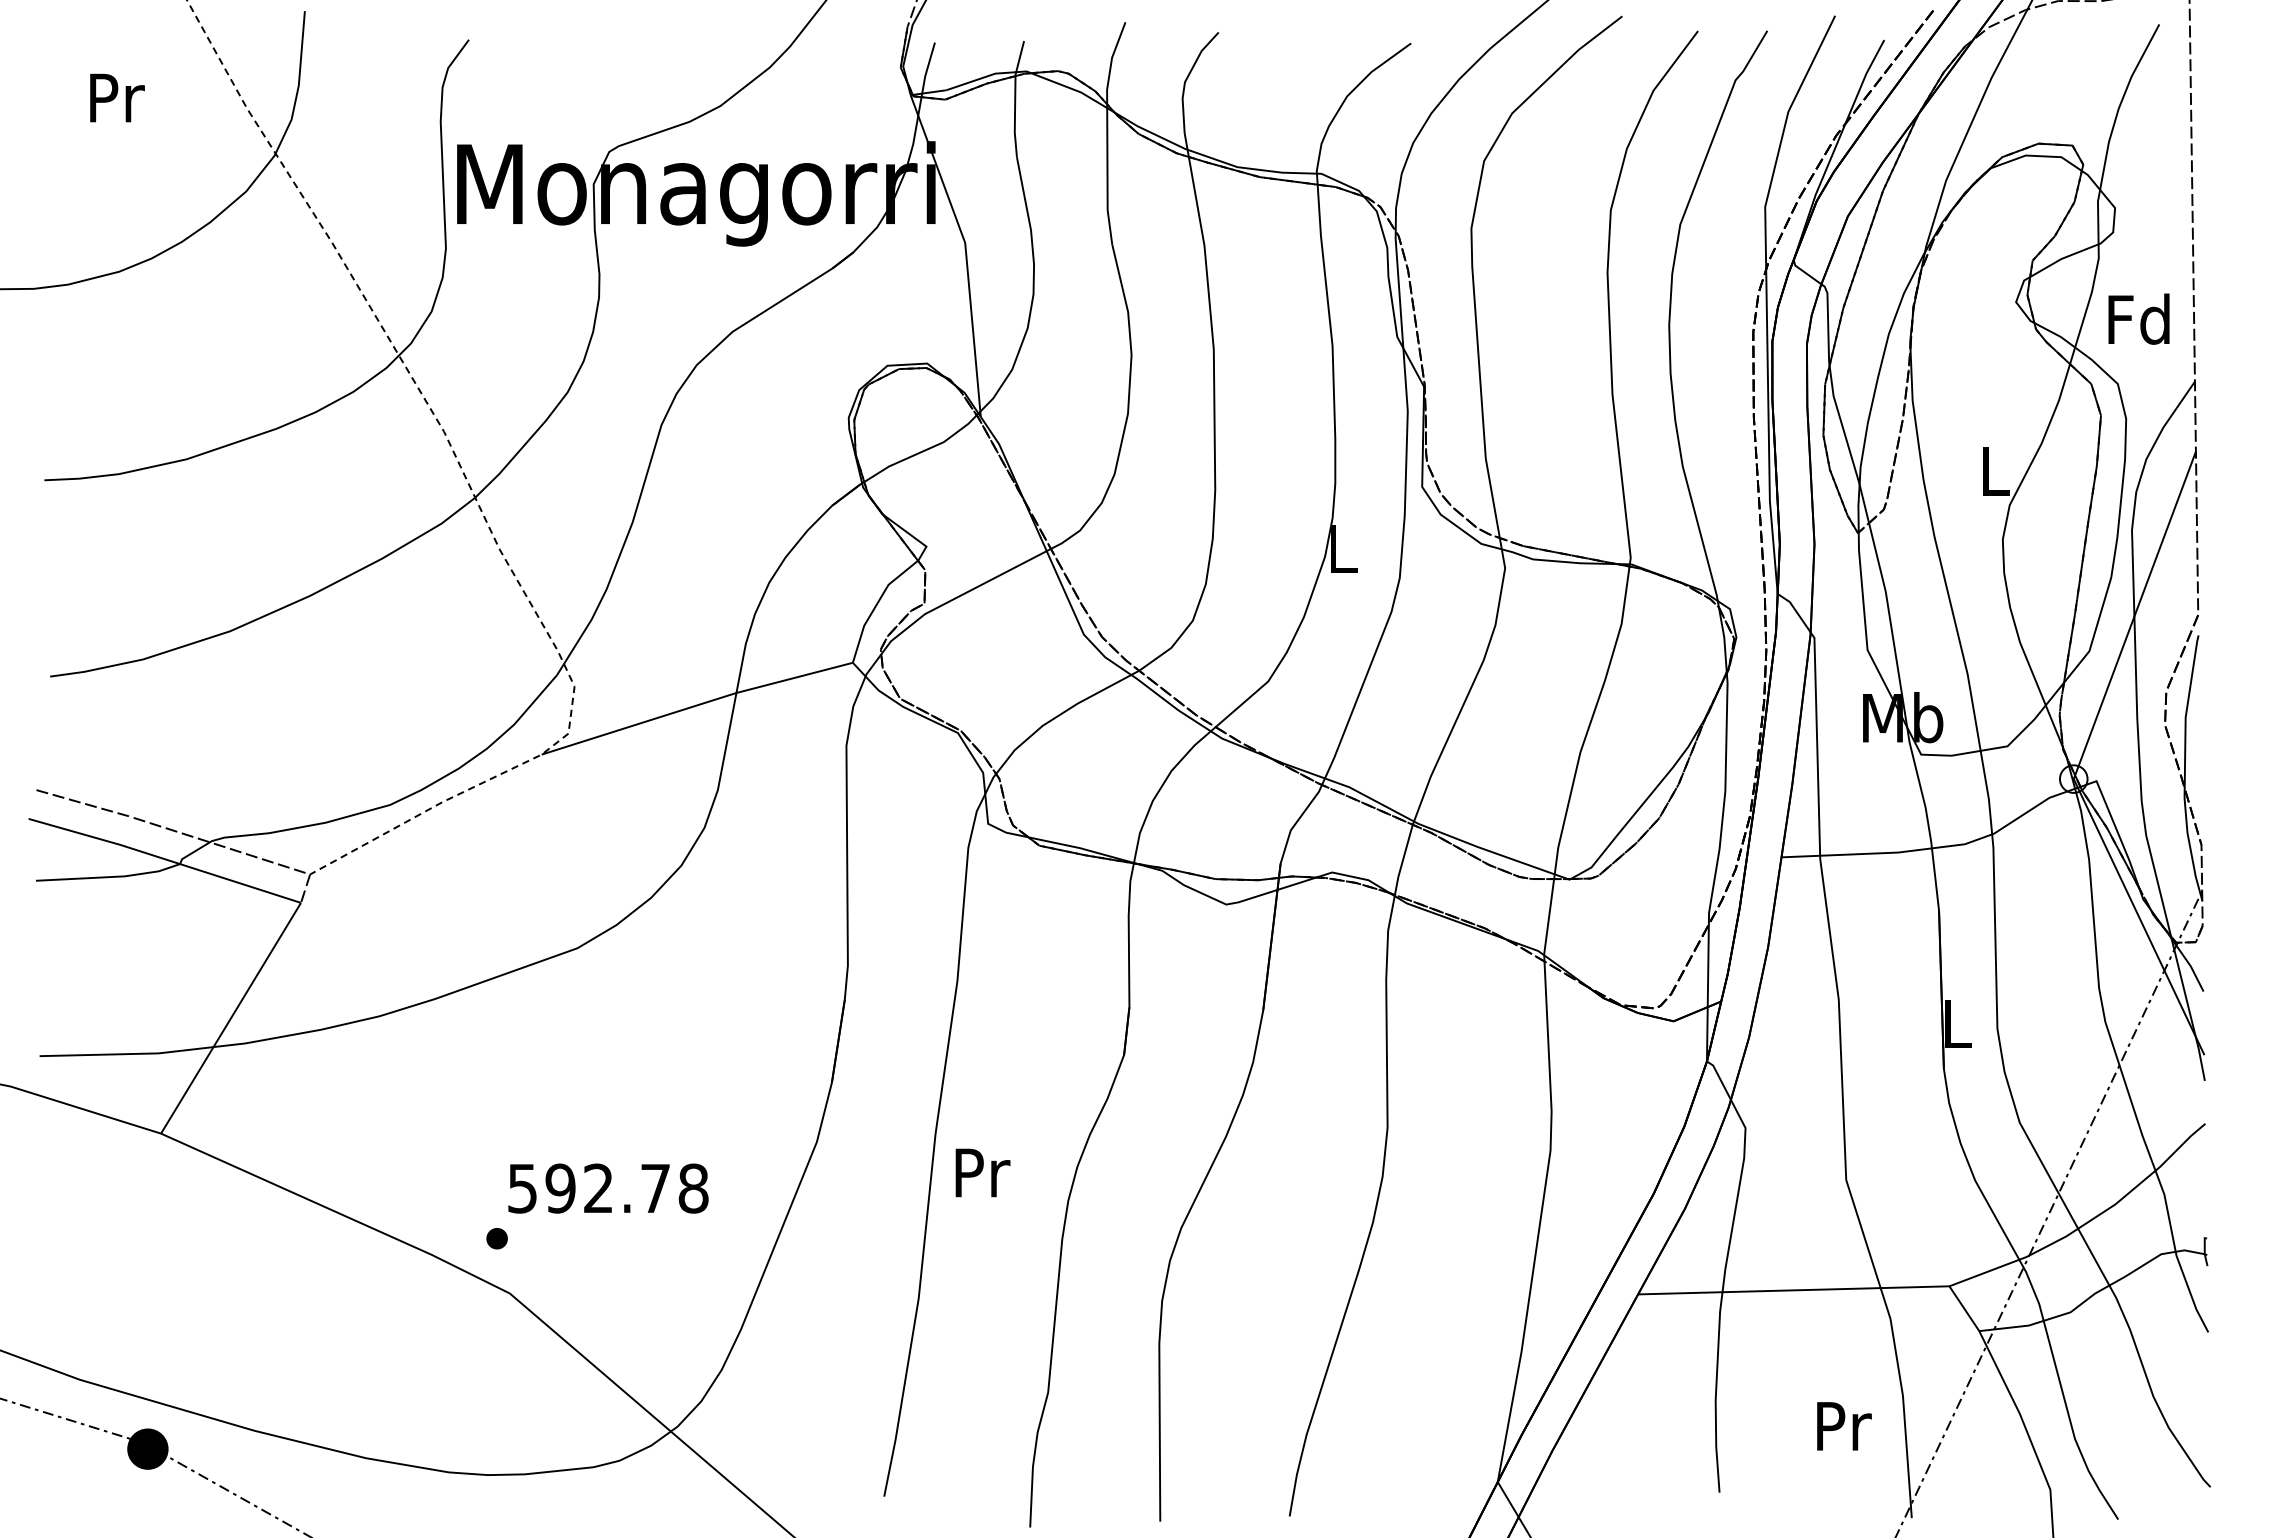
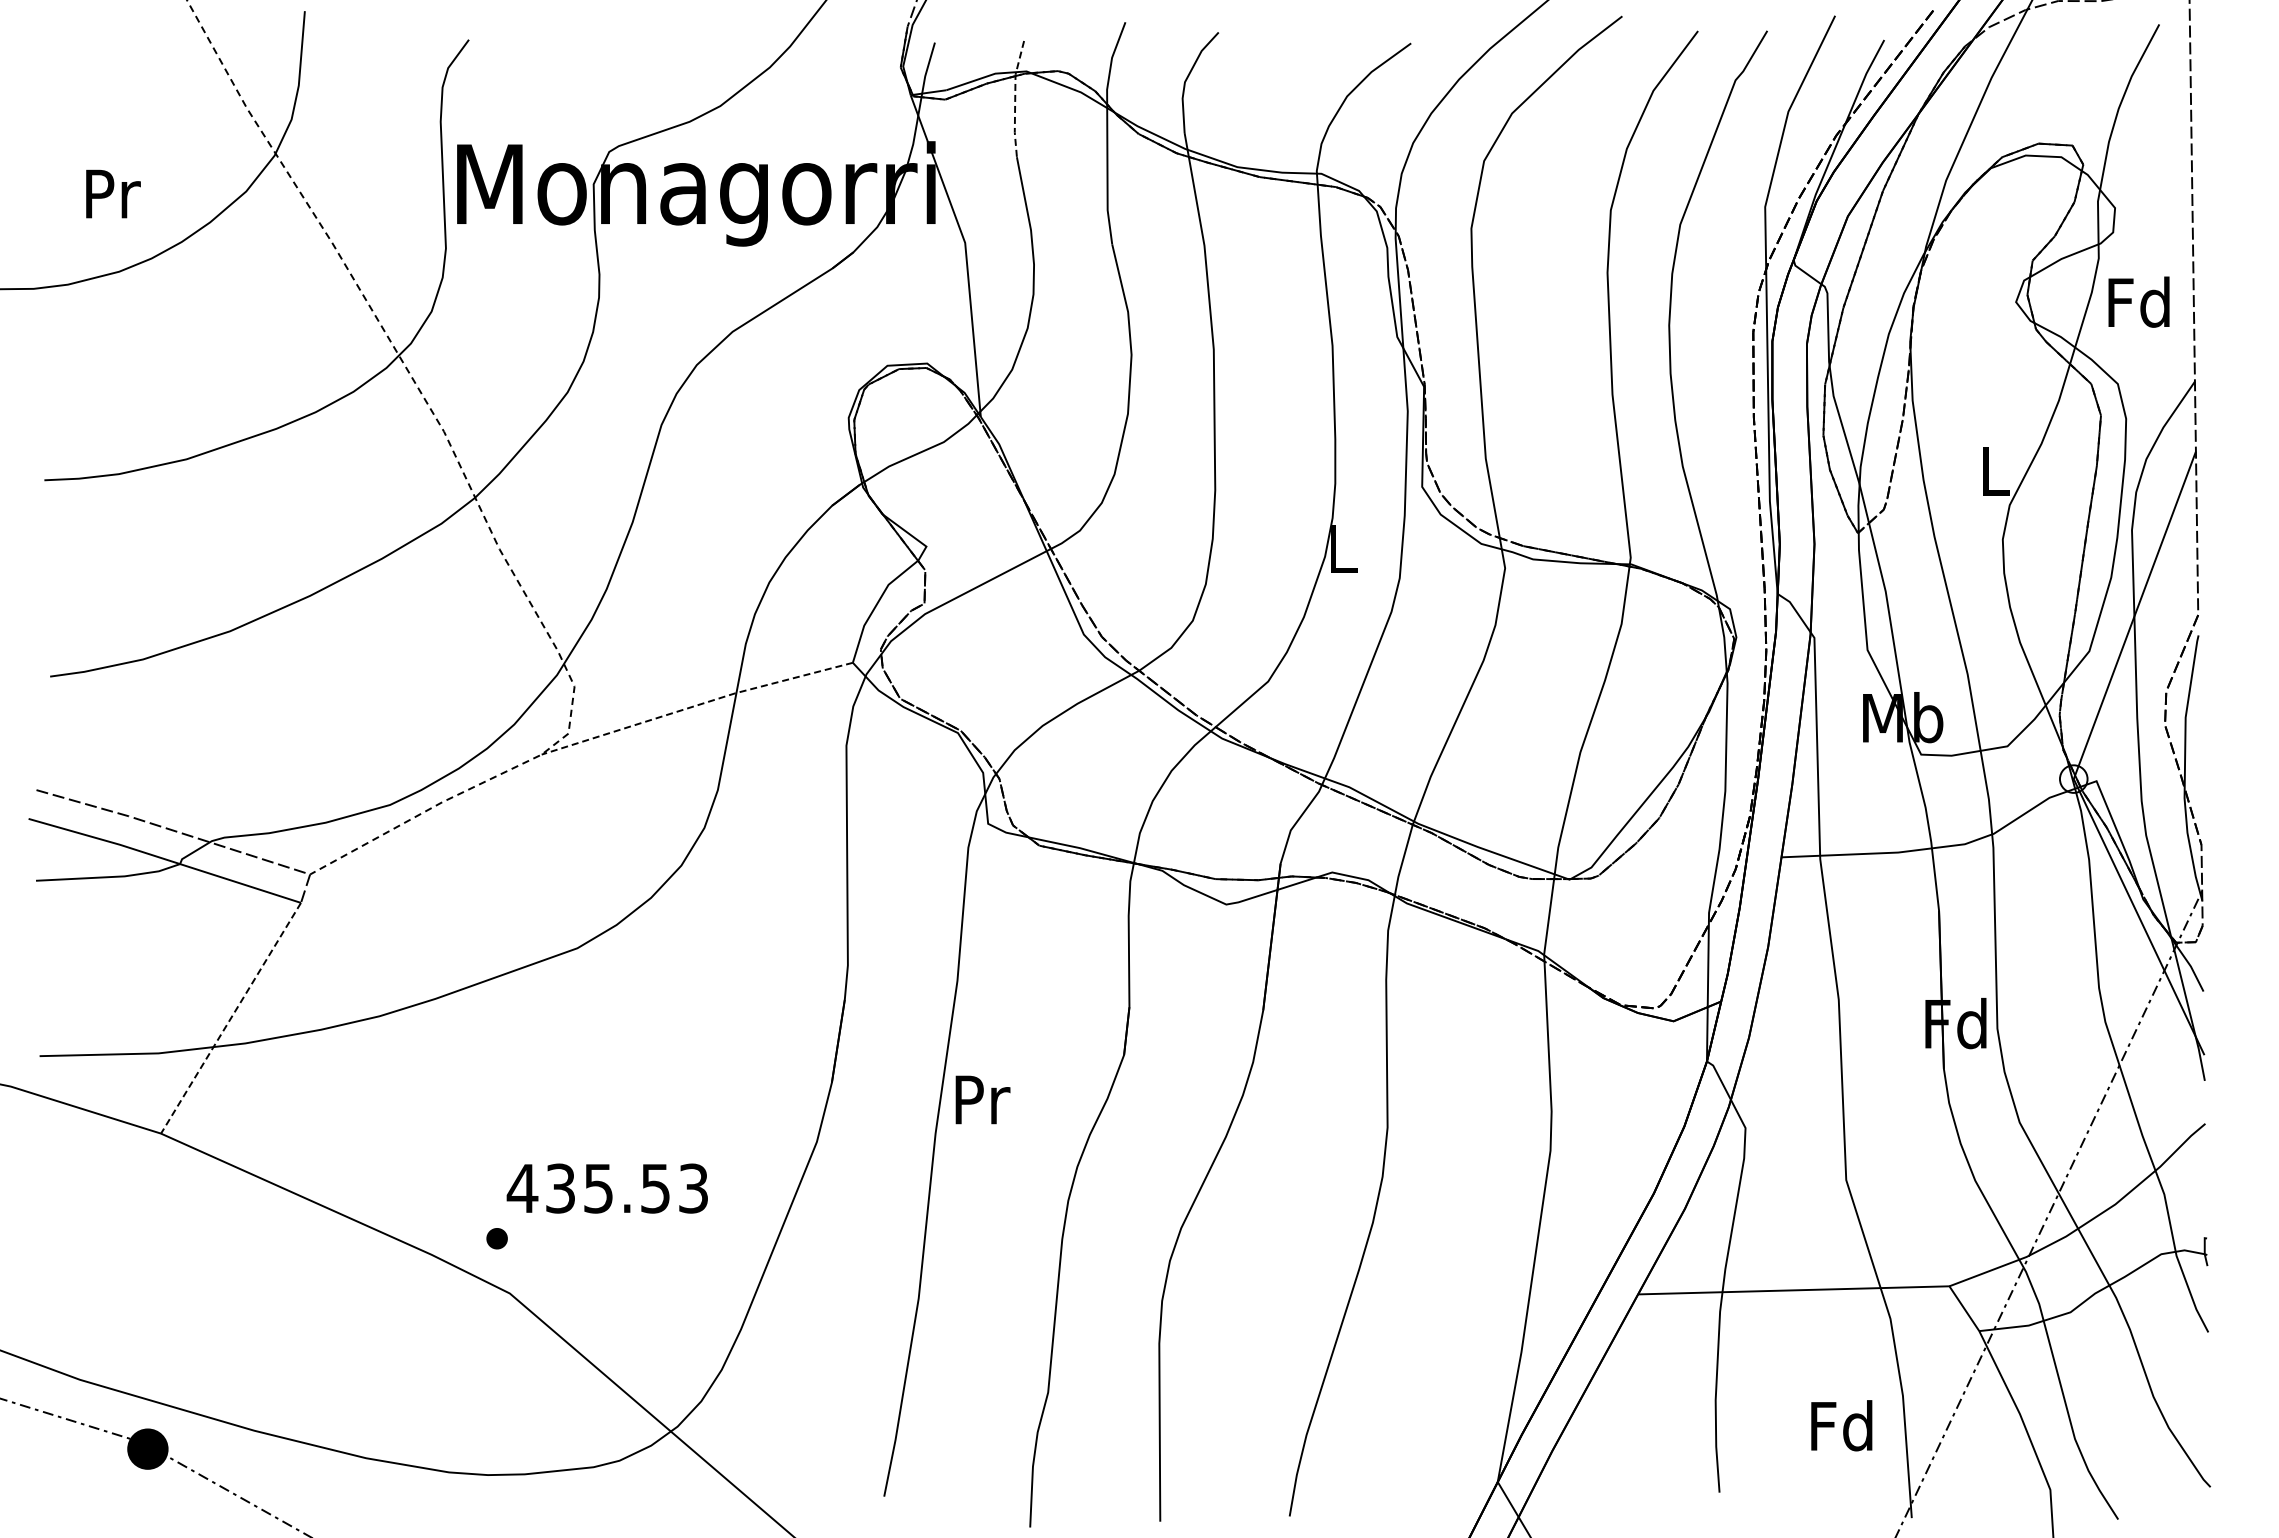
text at (117, 97) position: (117, 97) -> (113, 193)
line at (1015, 98): solid -> dashed
text at (2138, 318) position: (2138, 318) -> (2138, 301)
line at (696, 705): solid -> dashed
line at (231, 1018): solid -> dashed
text at (1955, 1023): L -> Fd
text at (982, 1172) position: (982, 1172) -> (982, 1099)
text at (607, 1188): 592.78 -> 435.53
text at (1841, 1425): Pr -> Fd
